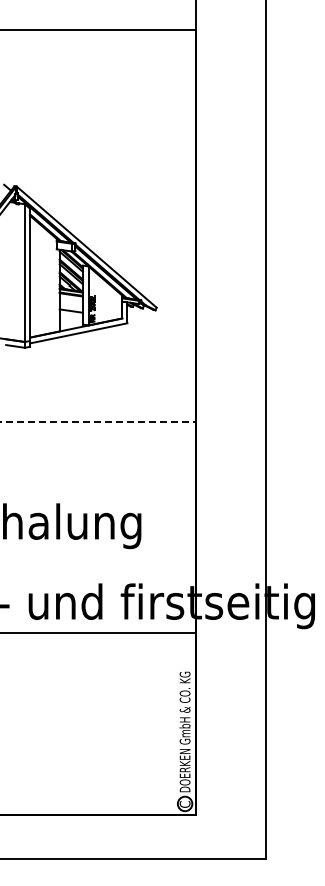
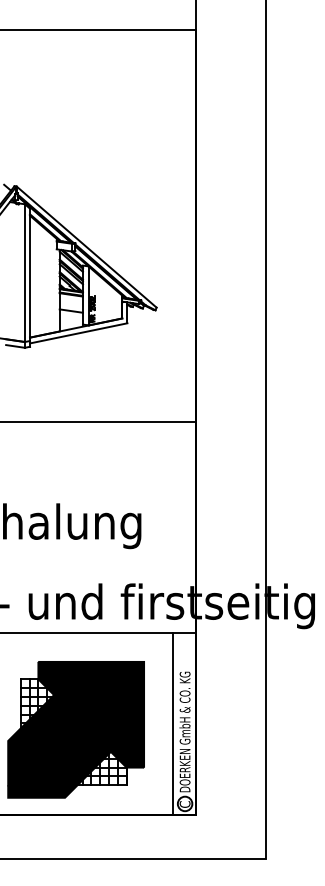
line at (98, 422): dashed -> solid
line at (172, 723): none -> present
part at (75, 729): none -> present
